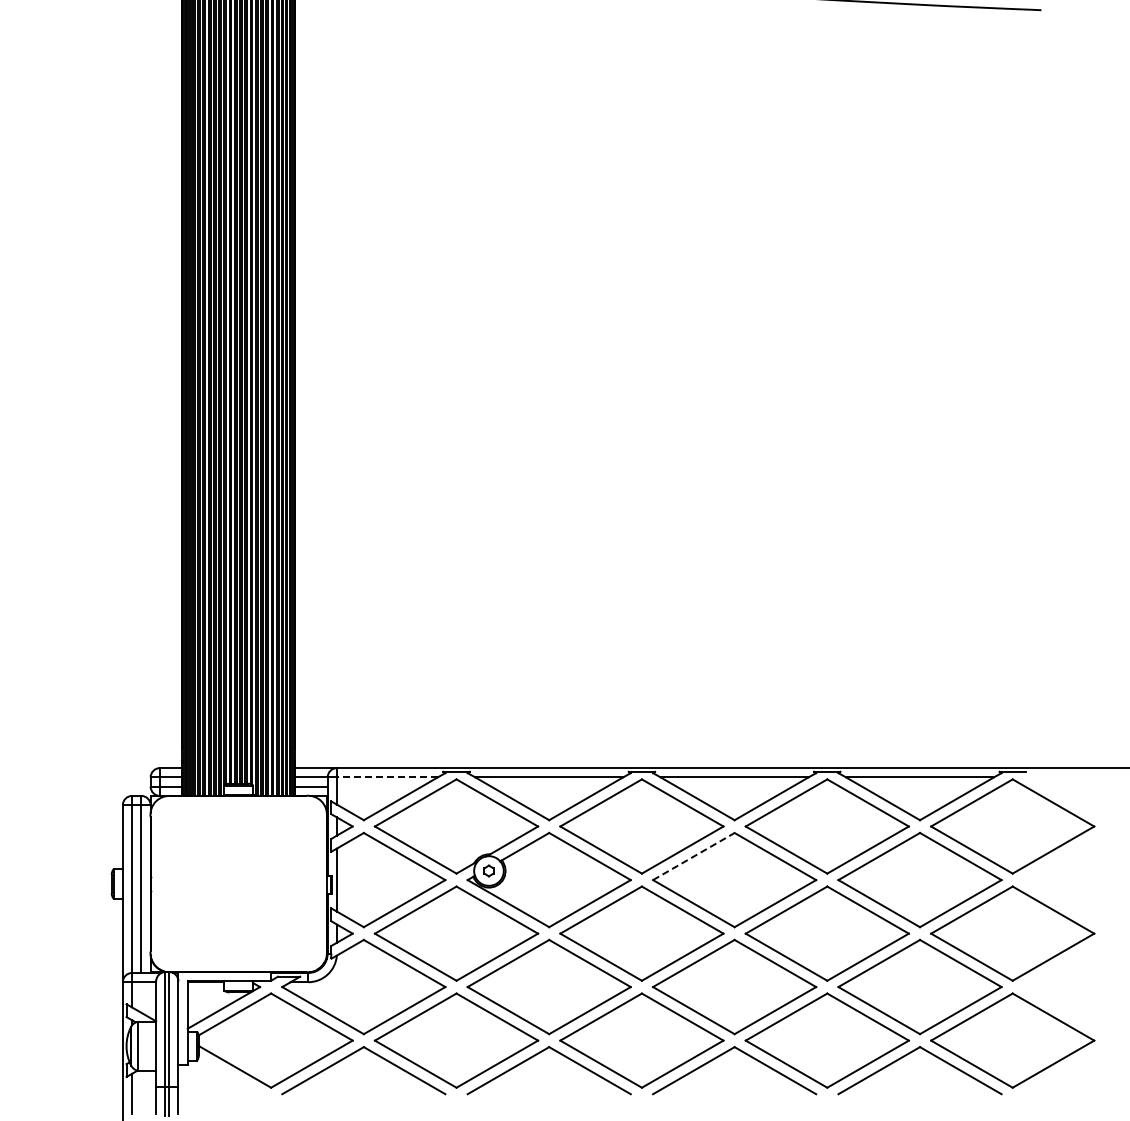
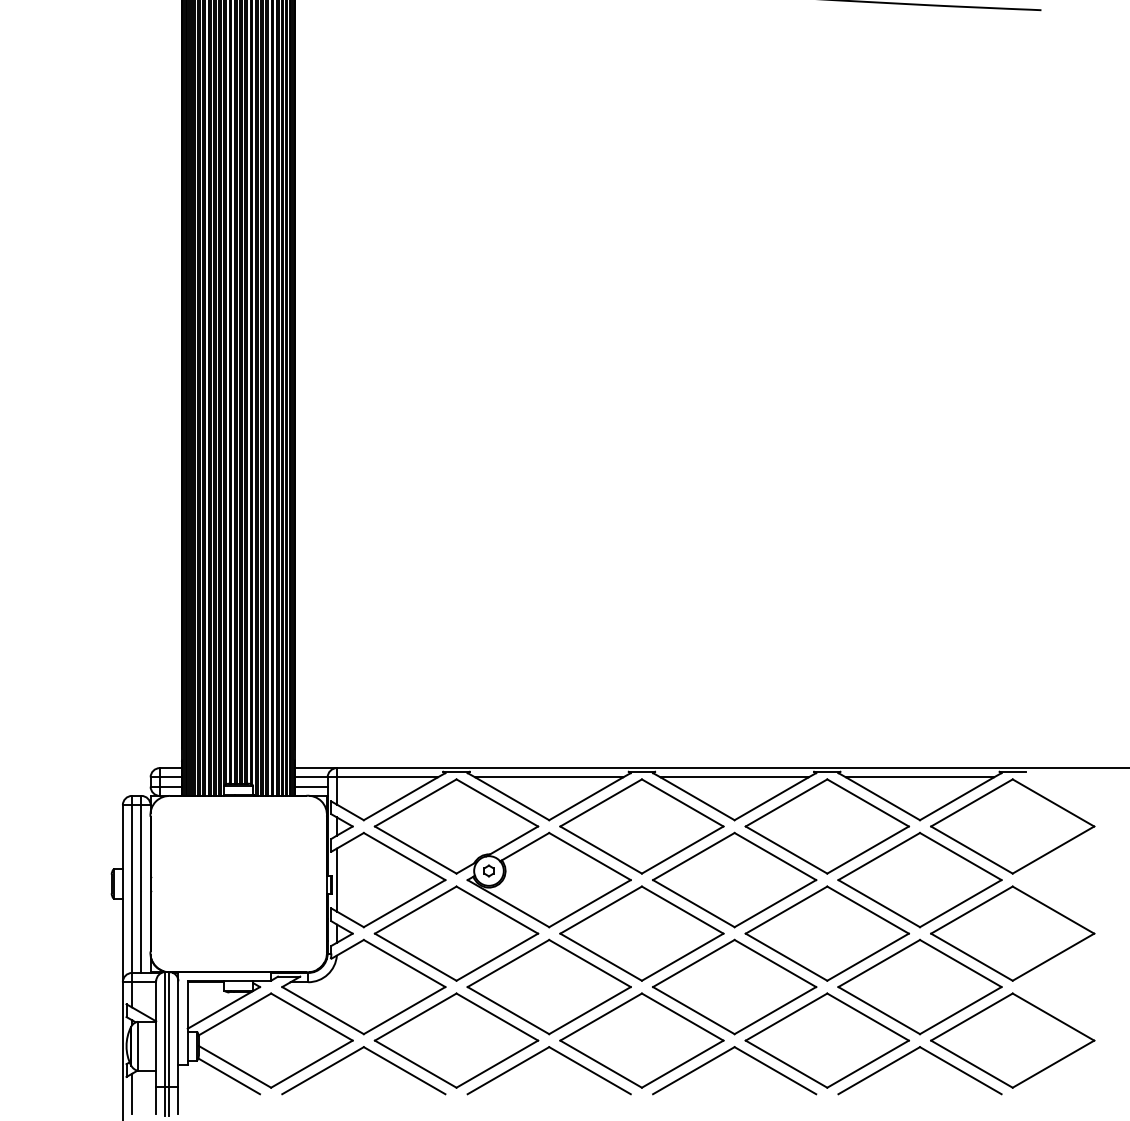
line at (386, 777): dashed -> solid
line at (694, 856): dashed -> solid
line at (229, 1076): none -> present
